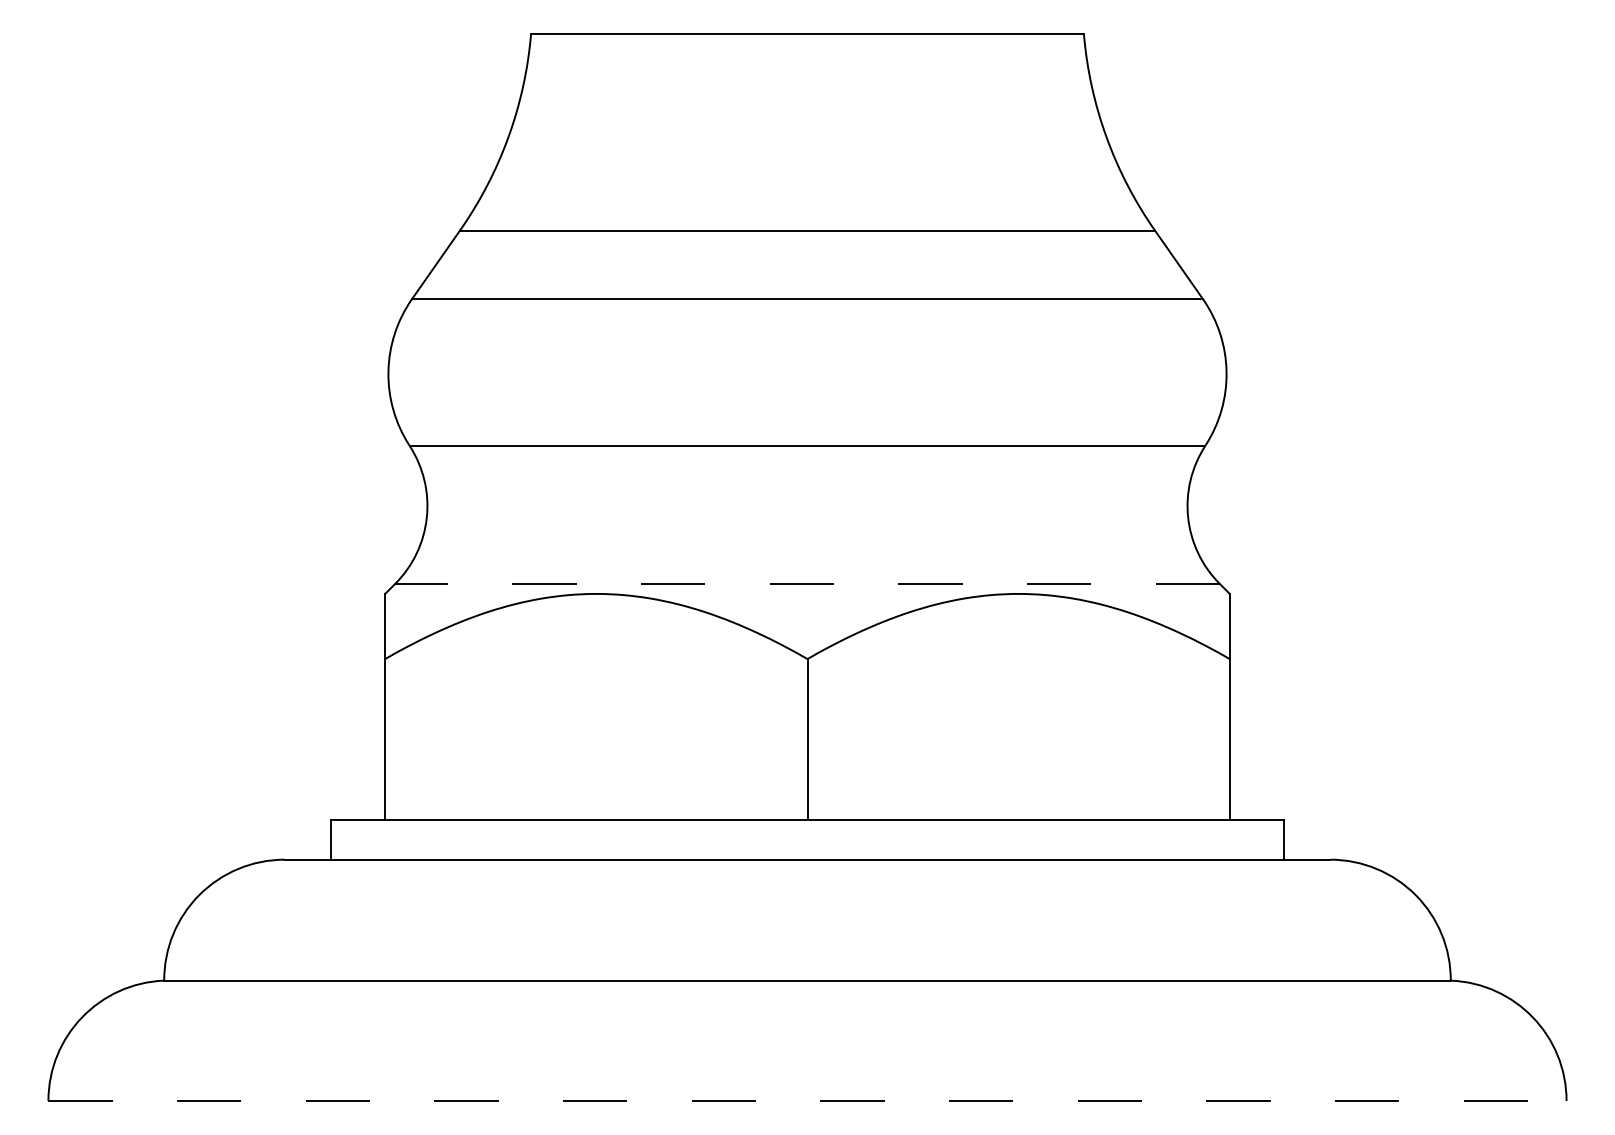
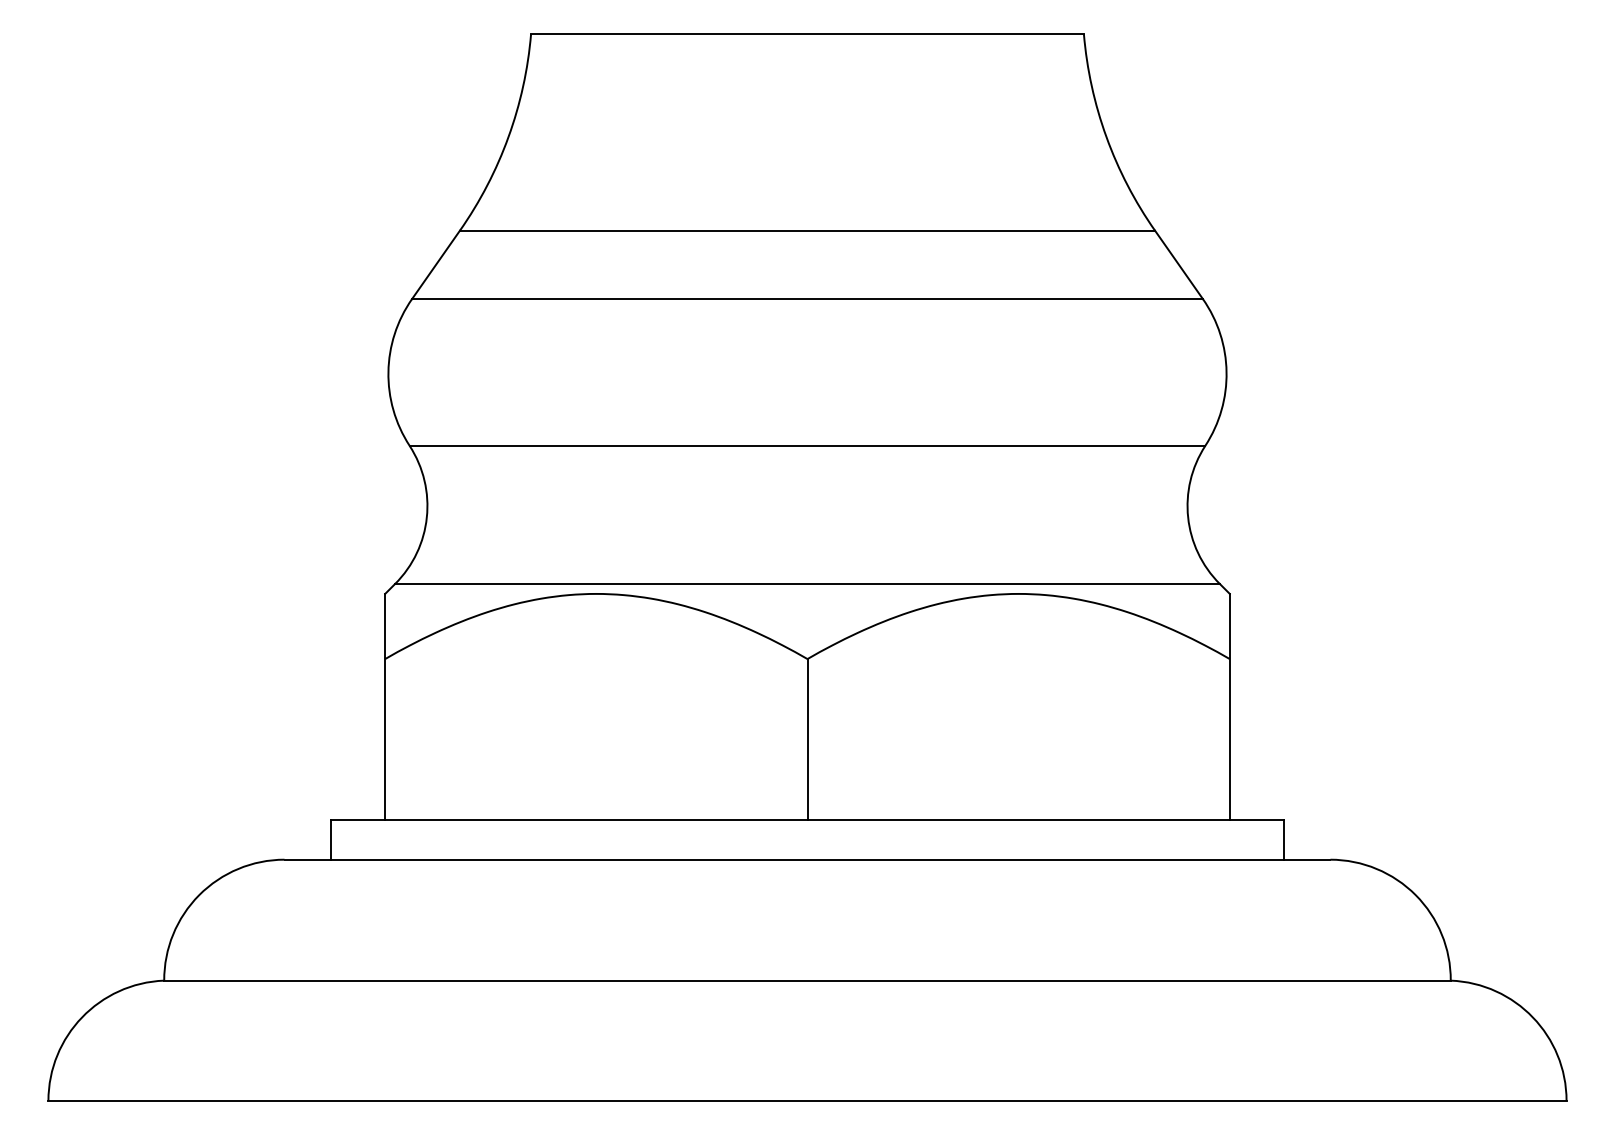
line at (807, 584): dashed -> solid
line at (808, 1100): dashed -> solid
